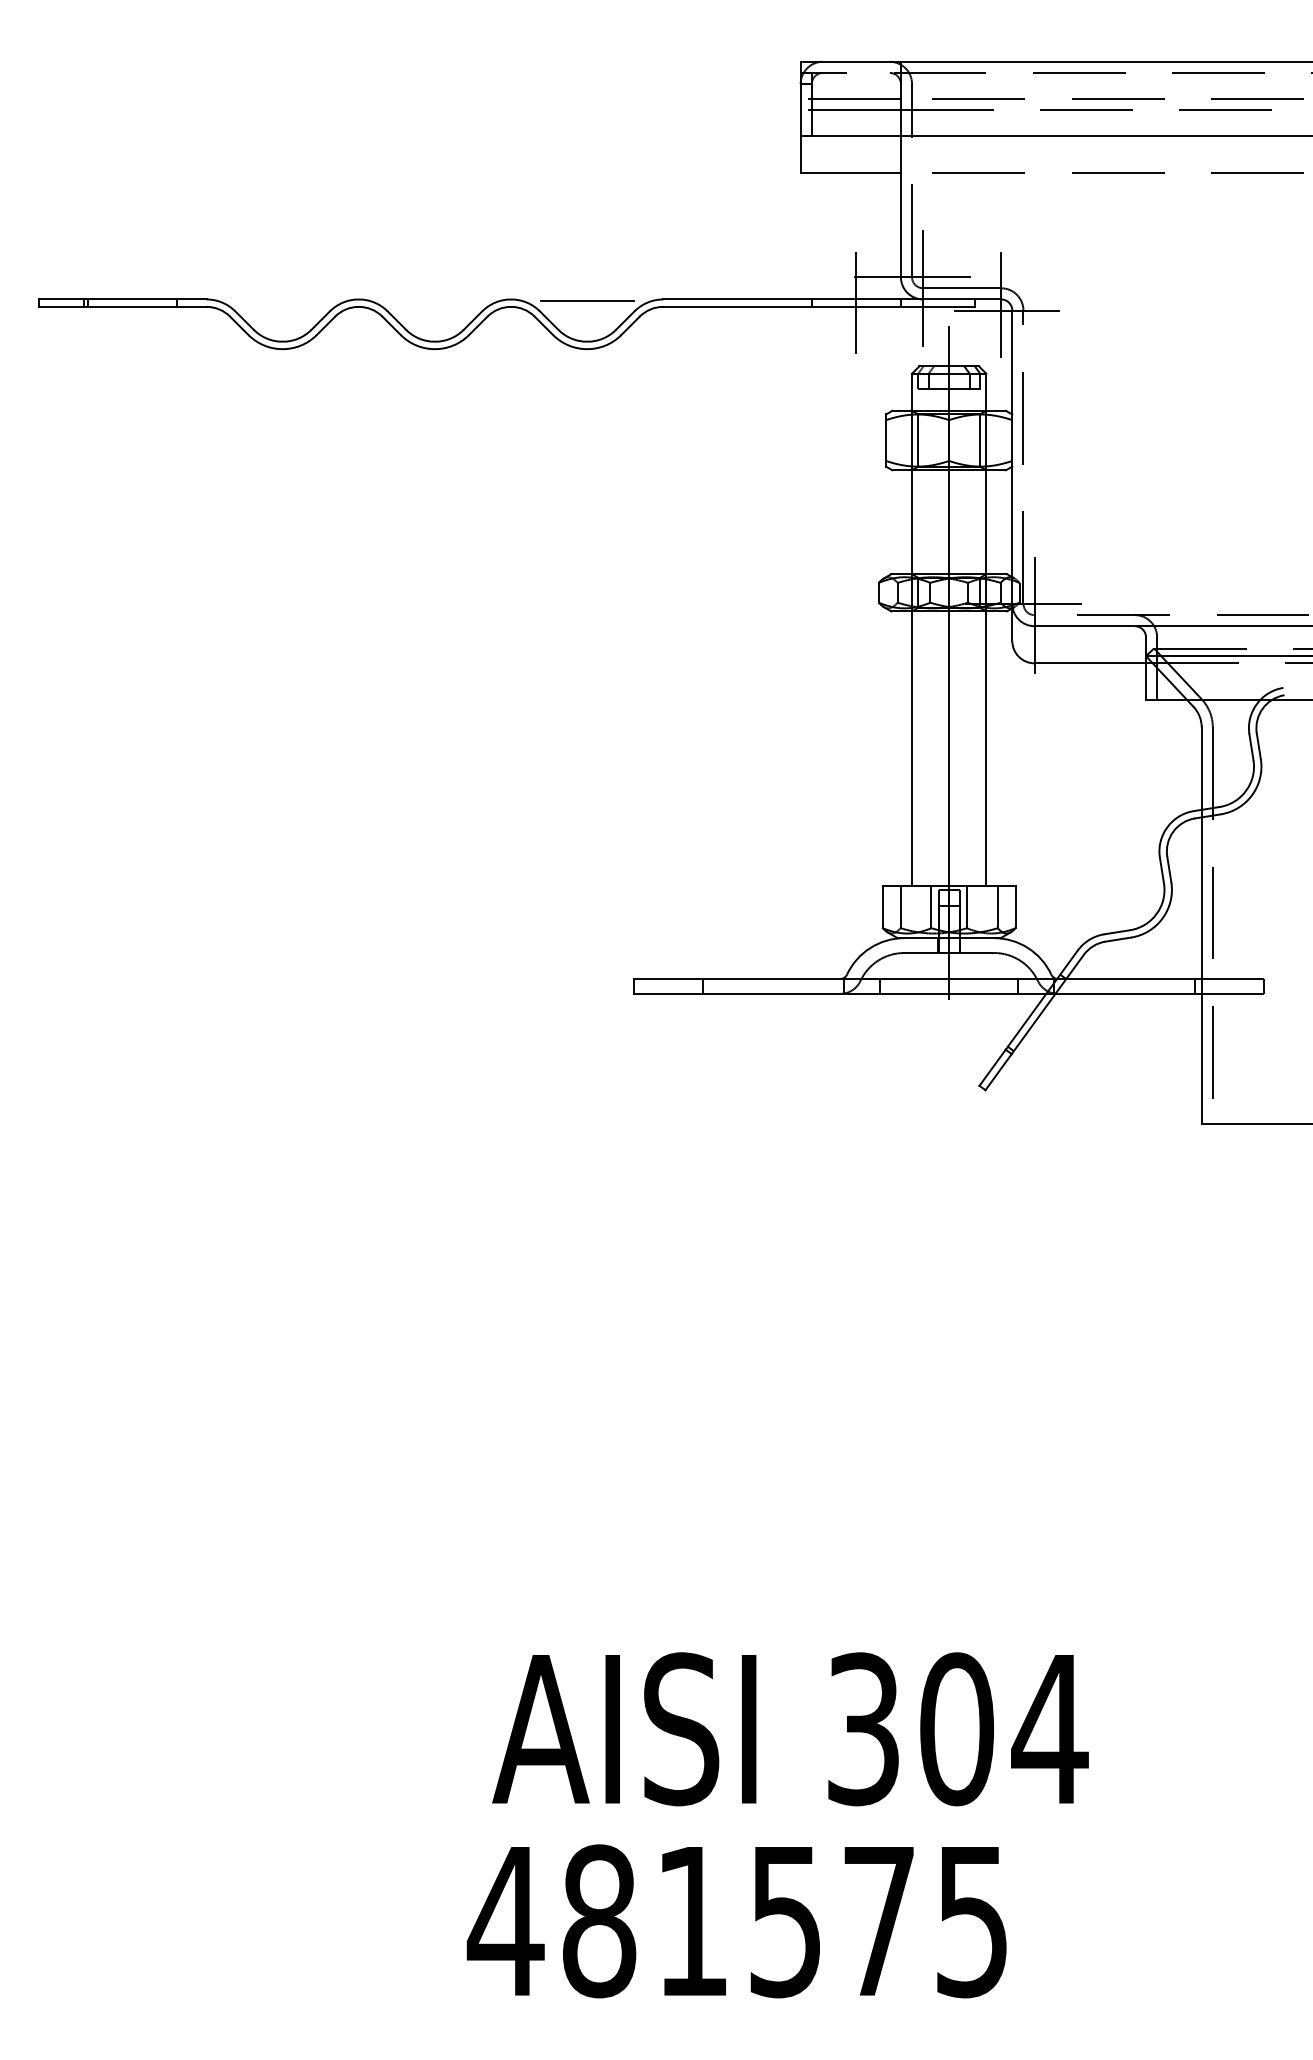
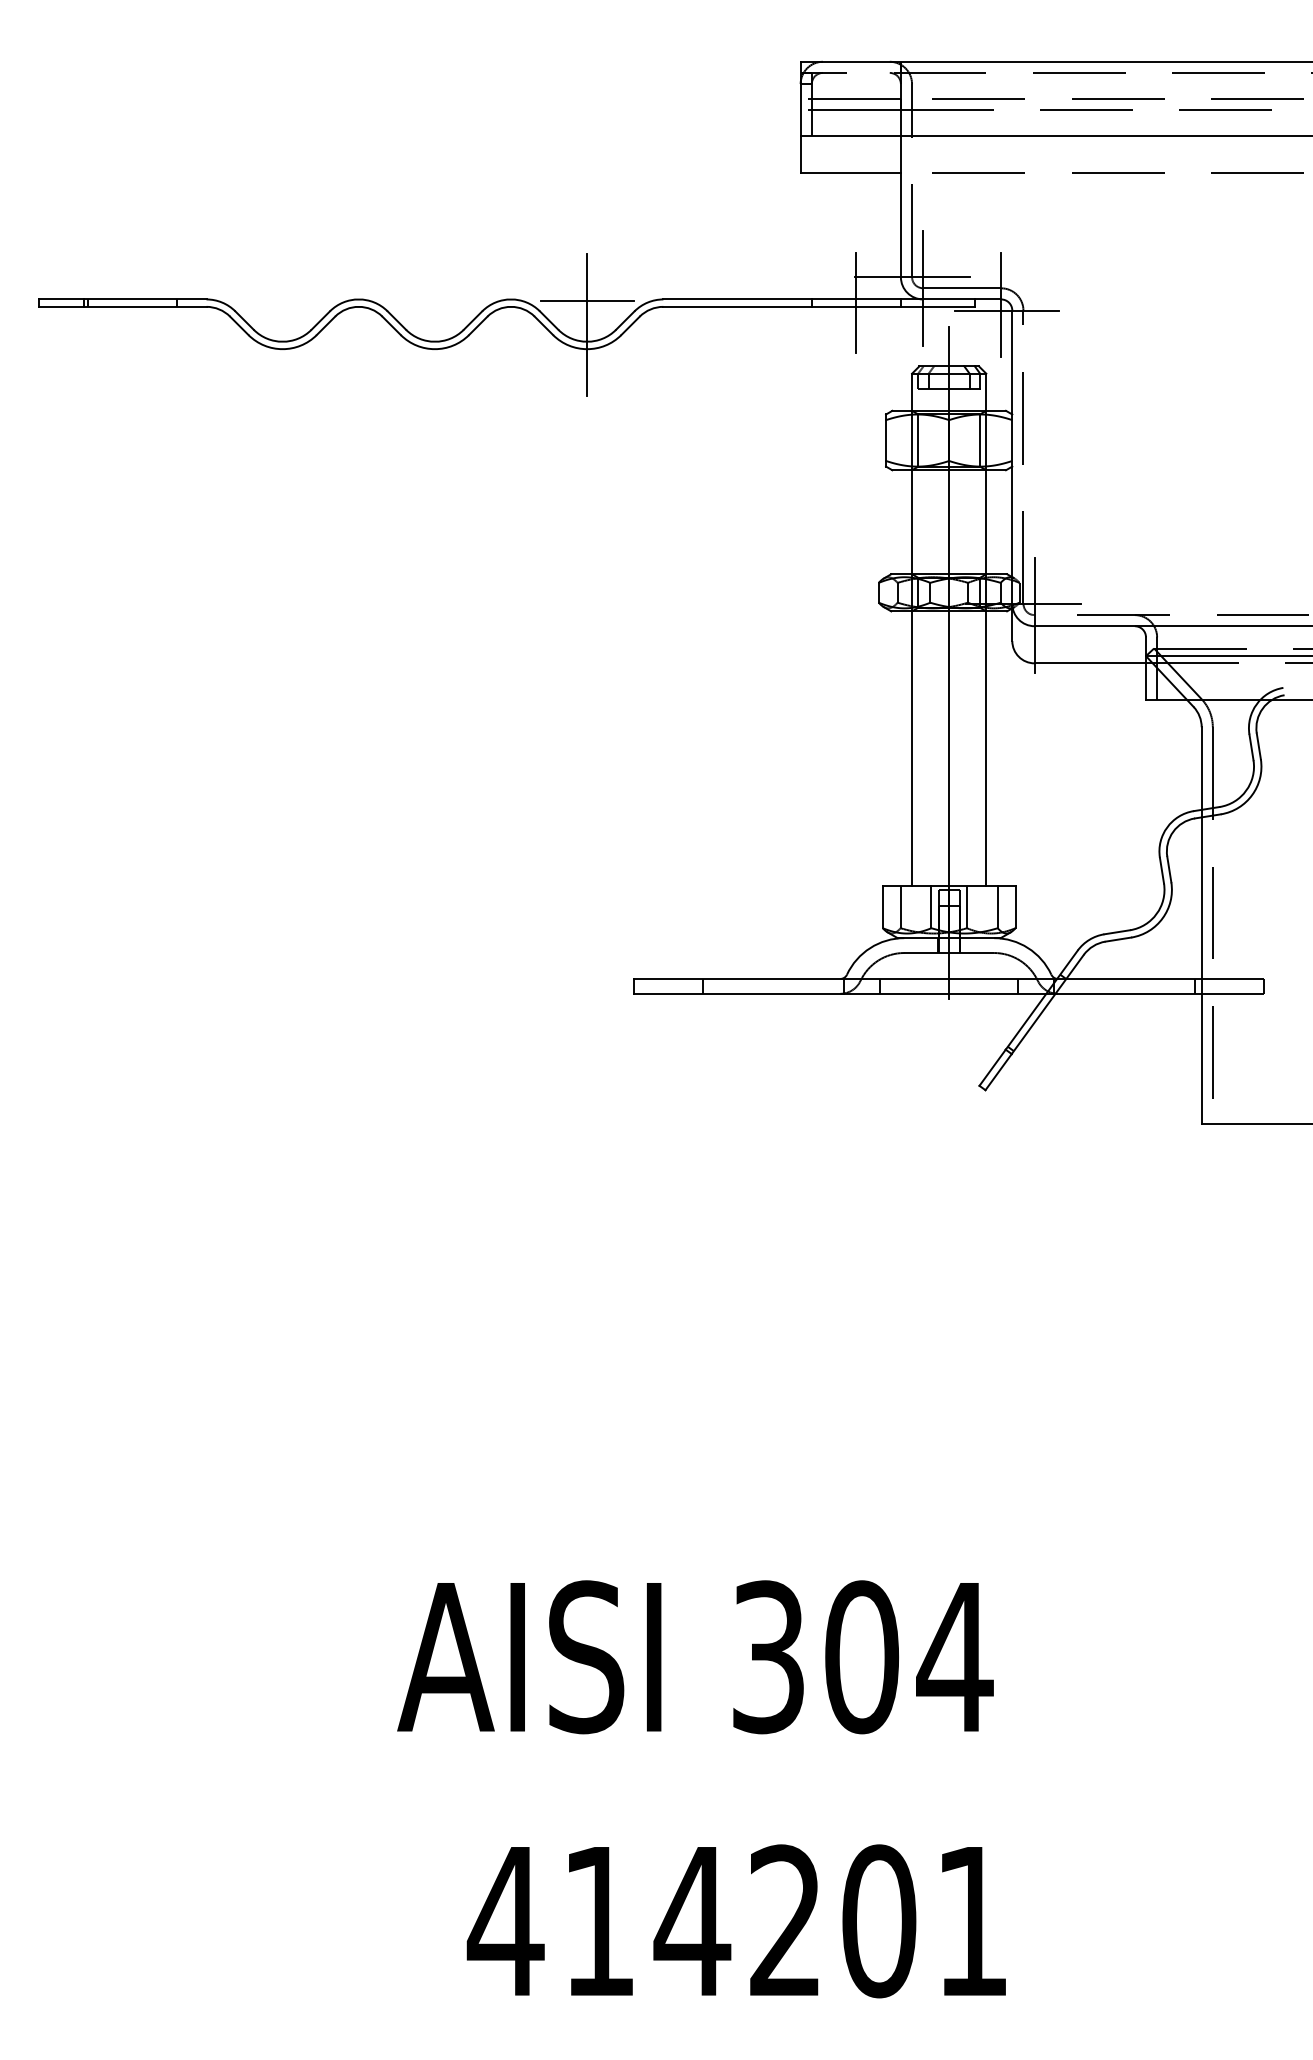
line at (587, 324): none -> present
text at (790, 1729) position: (790, 1729) -> (695, 1657)
text at (784, 1921): 481575 -> 414201
